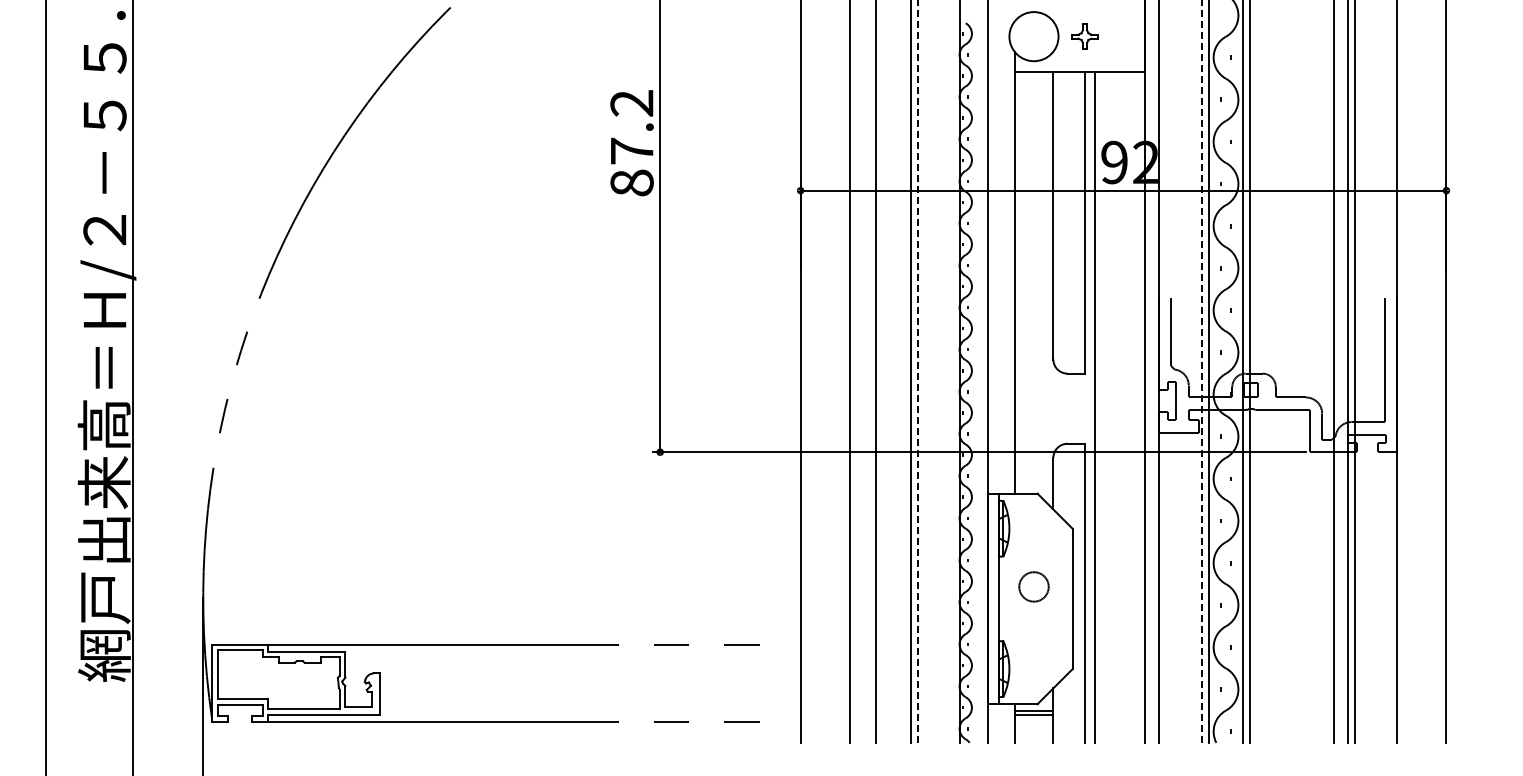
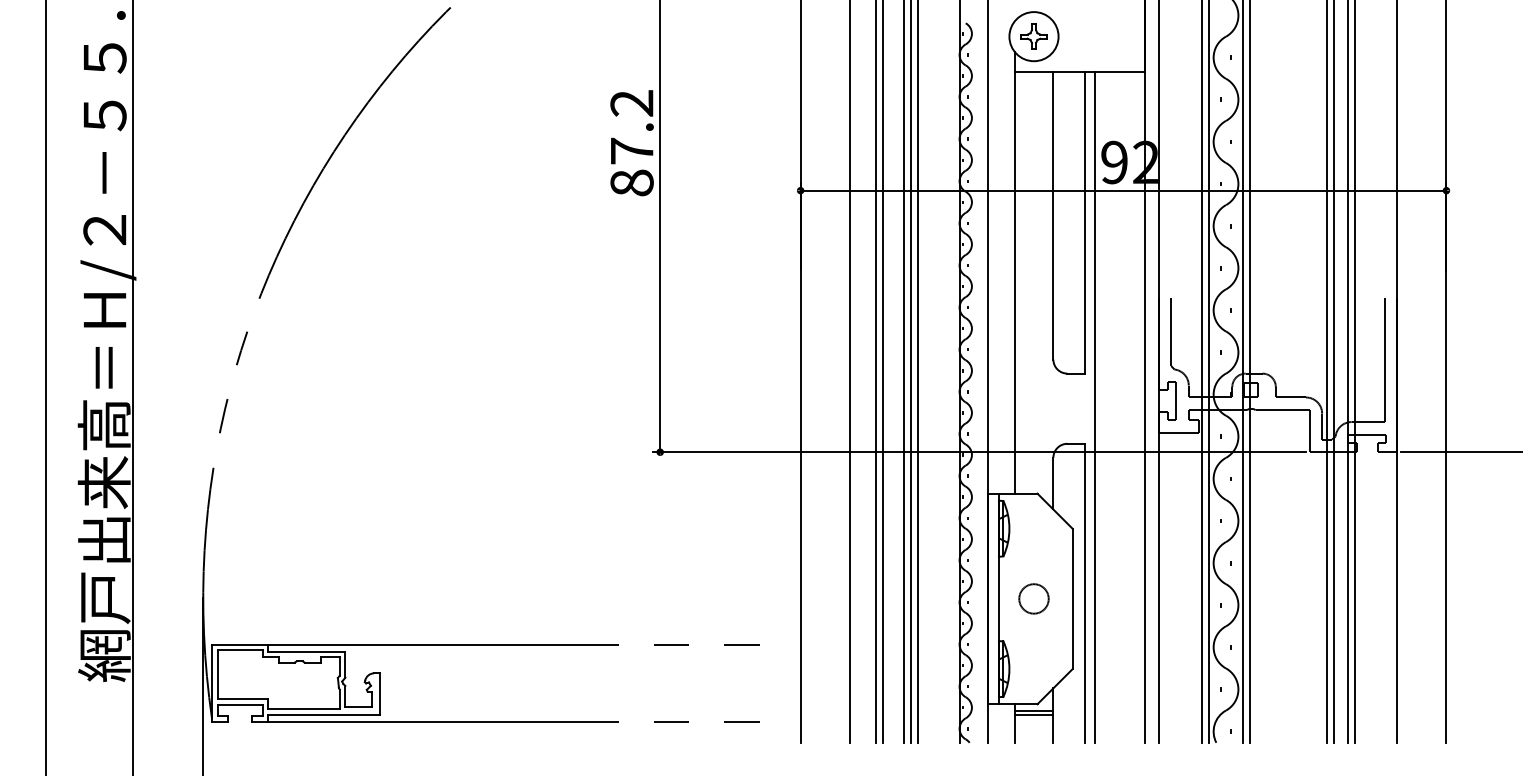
part at (1084, 36) position: (1084, 36) -> (1033, 36)
line at (1202, 371): dashed -> solid
line at (882, 372): none -> present
line at (903, 372): none -> present
line at (918, 372): dashed -> solid
line at (1327, 372): none -> present
line at (1459, 452): none -> present
circle at (1033, 586) position: (1033, 586) -> (1033, 598)
